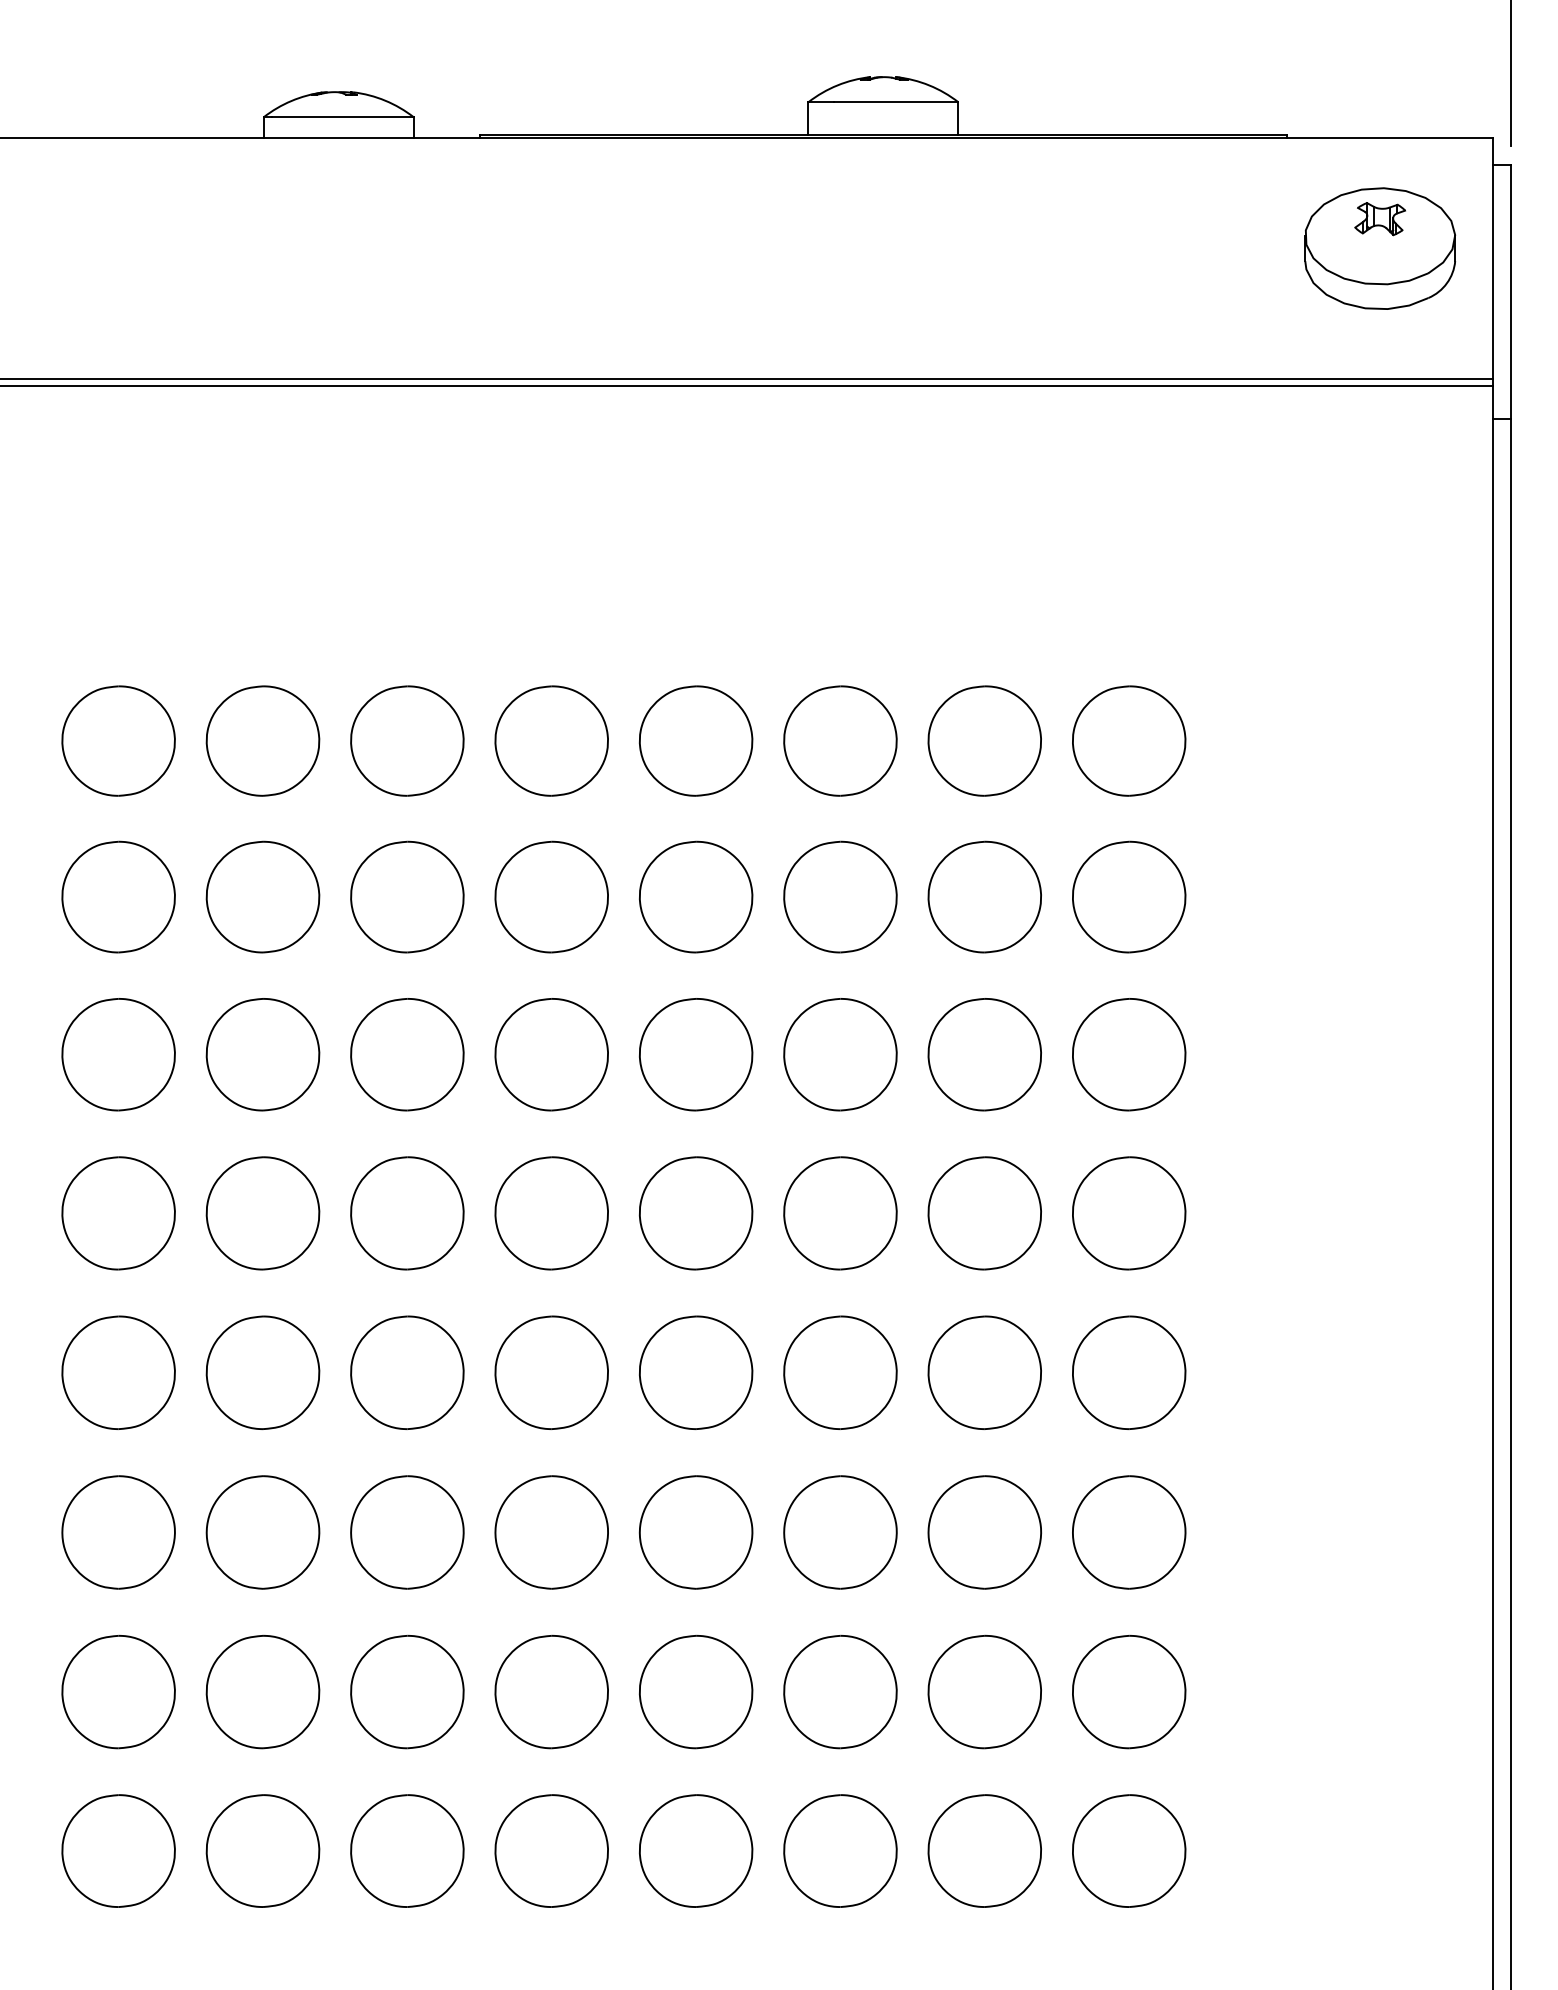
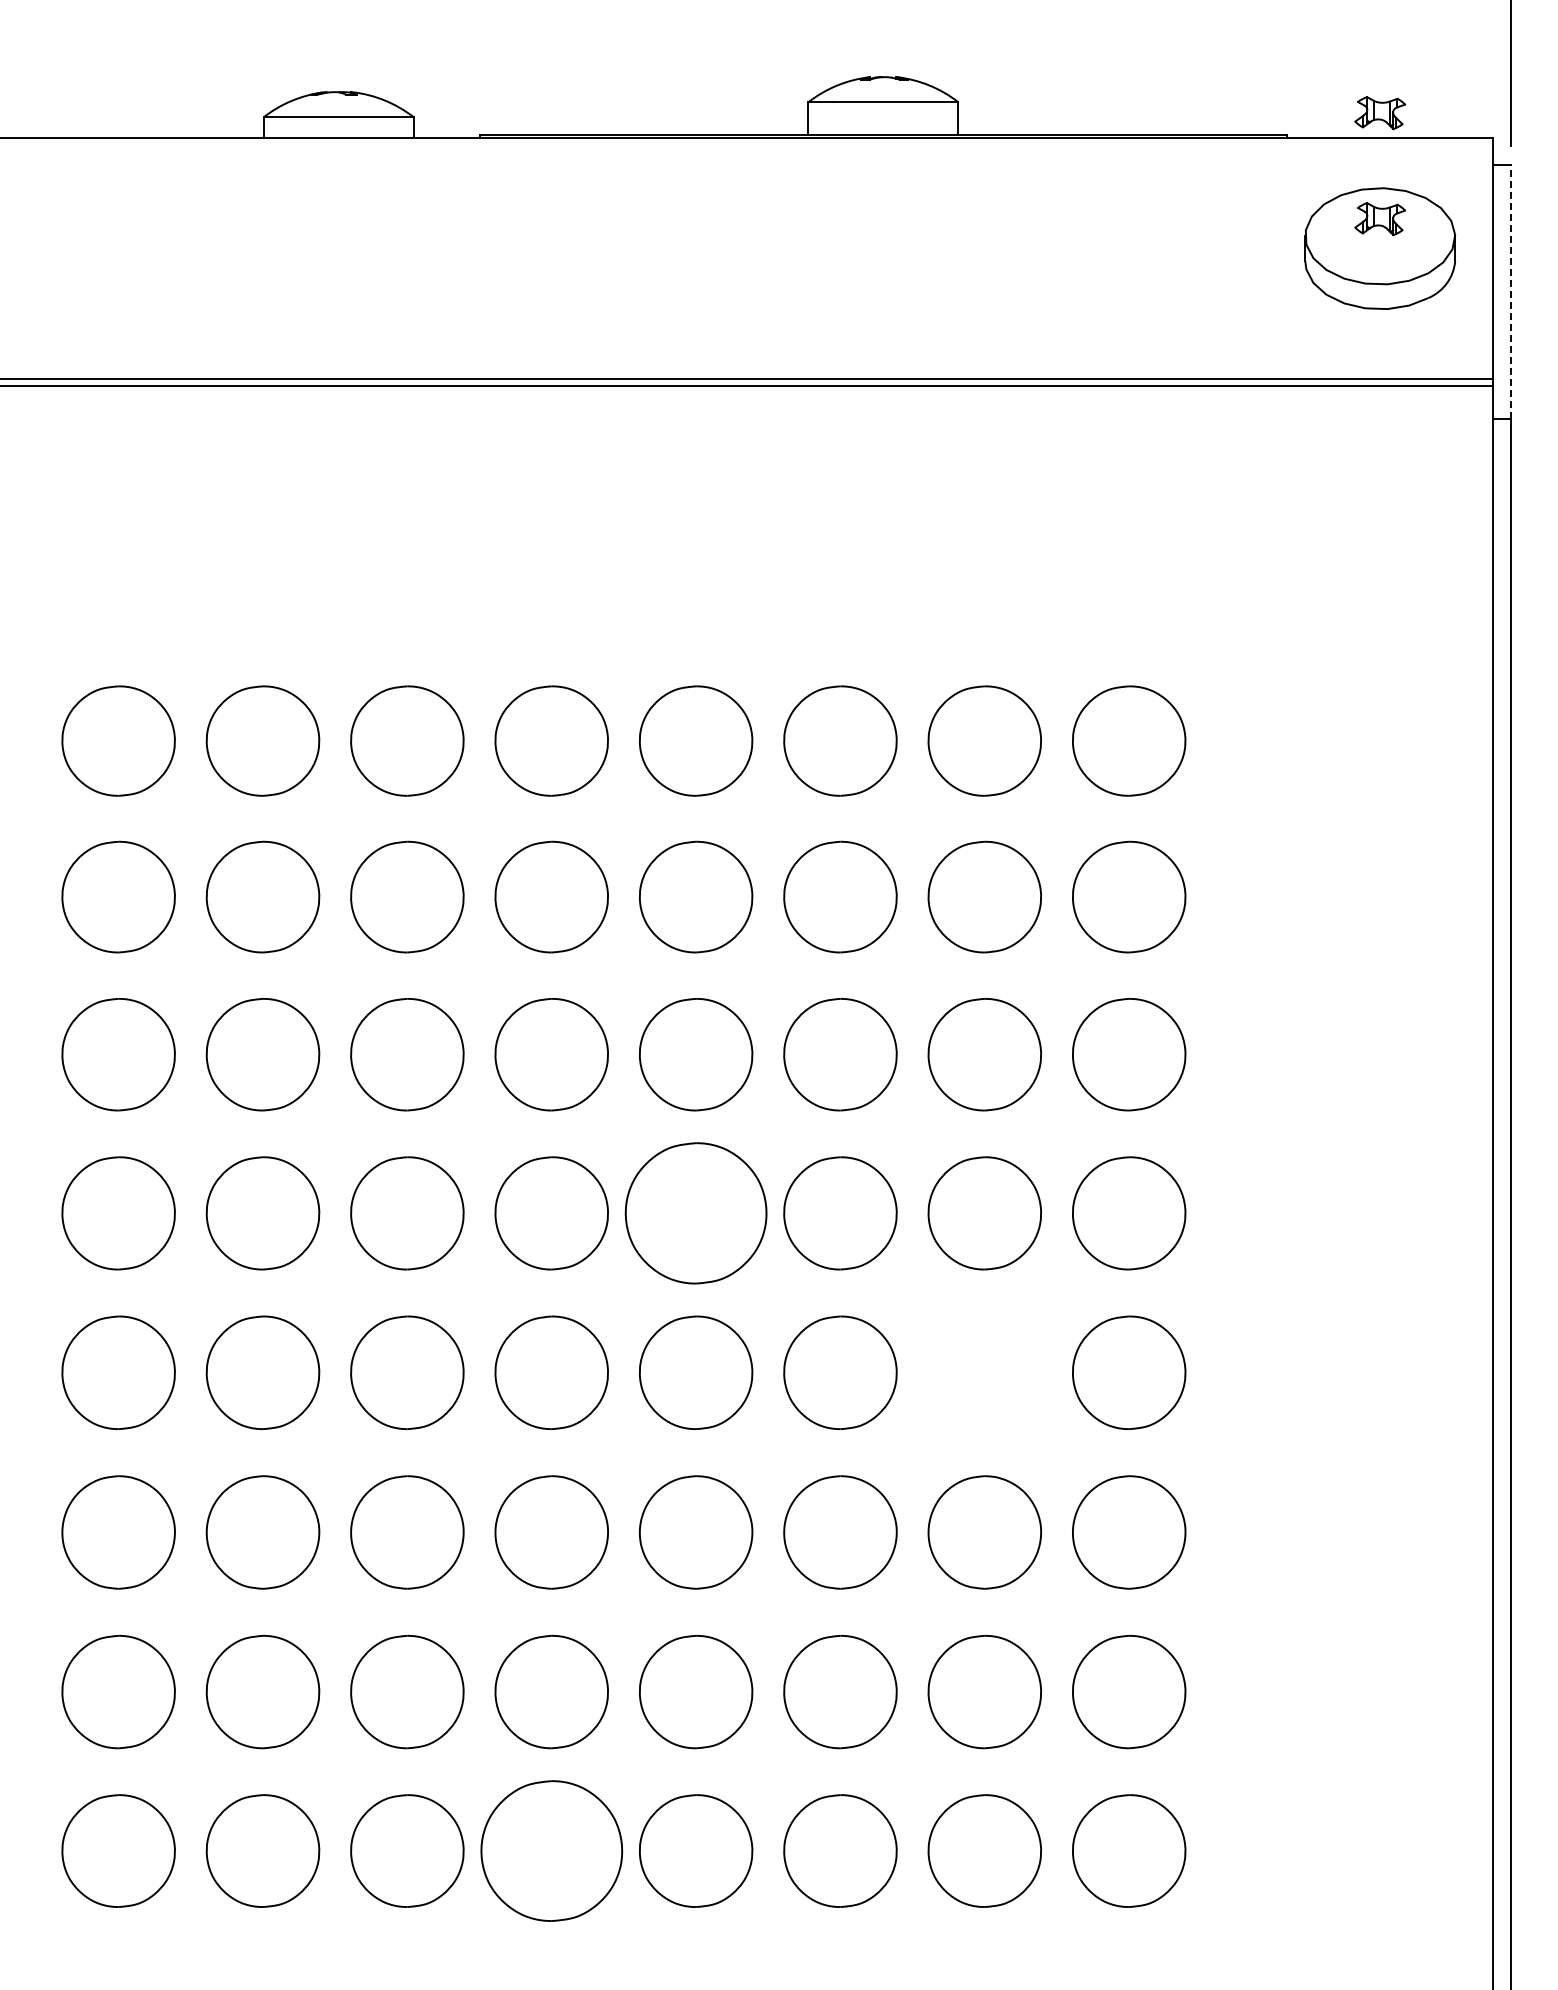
part at (1379, 113): none -> present
line at (1511, 291): solid -> dashed
part at (695, 1213) size: 116x115 px -> 144x143 px
part at (984, 1372): present -> none
part at (551, 1850) size: 115x114 px -> 144x142 px
